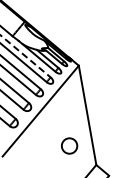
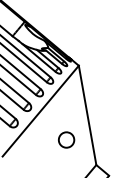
line at (25, 56): dashed -> solid
part at (69, 145) position: (69, 145) -> (66, 139)
